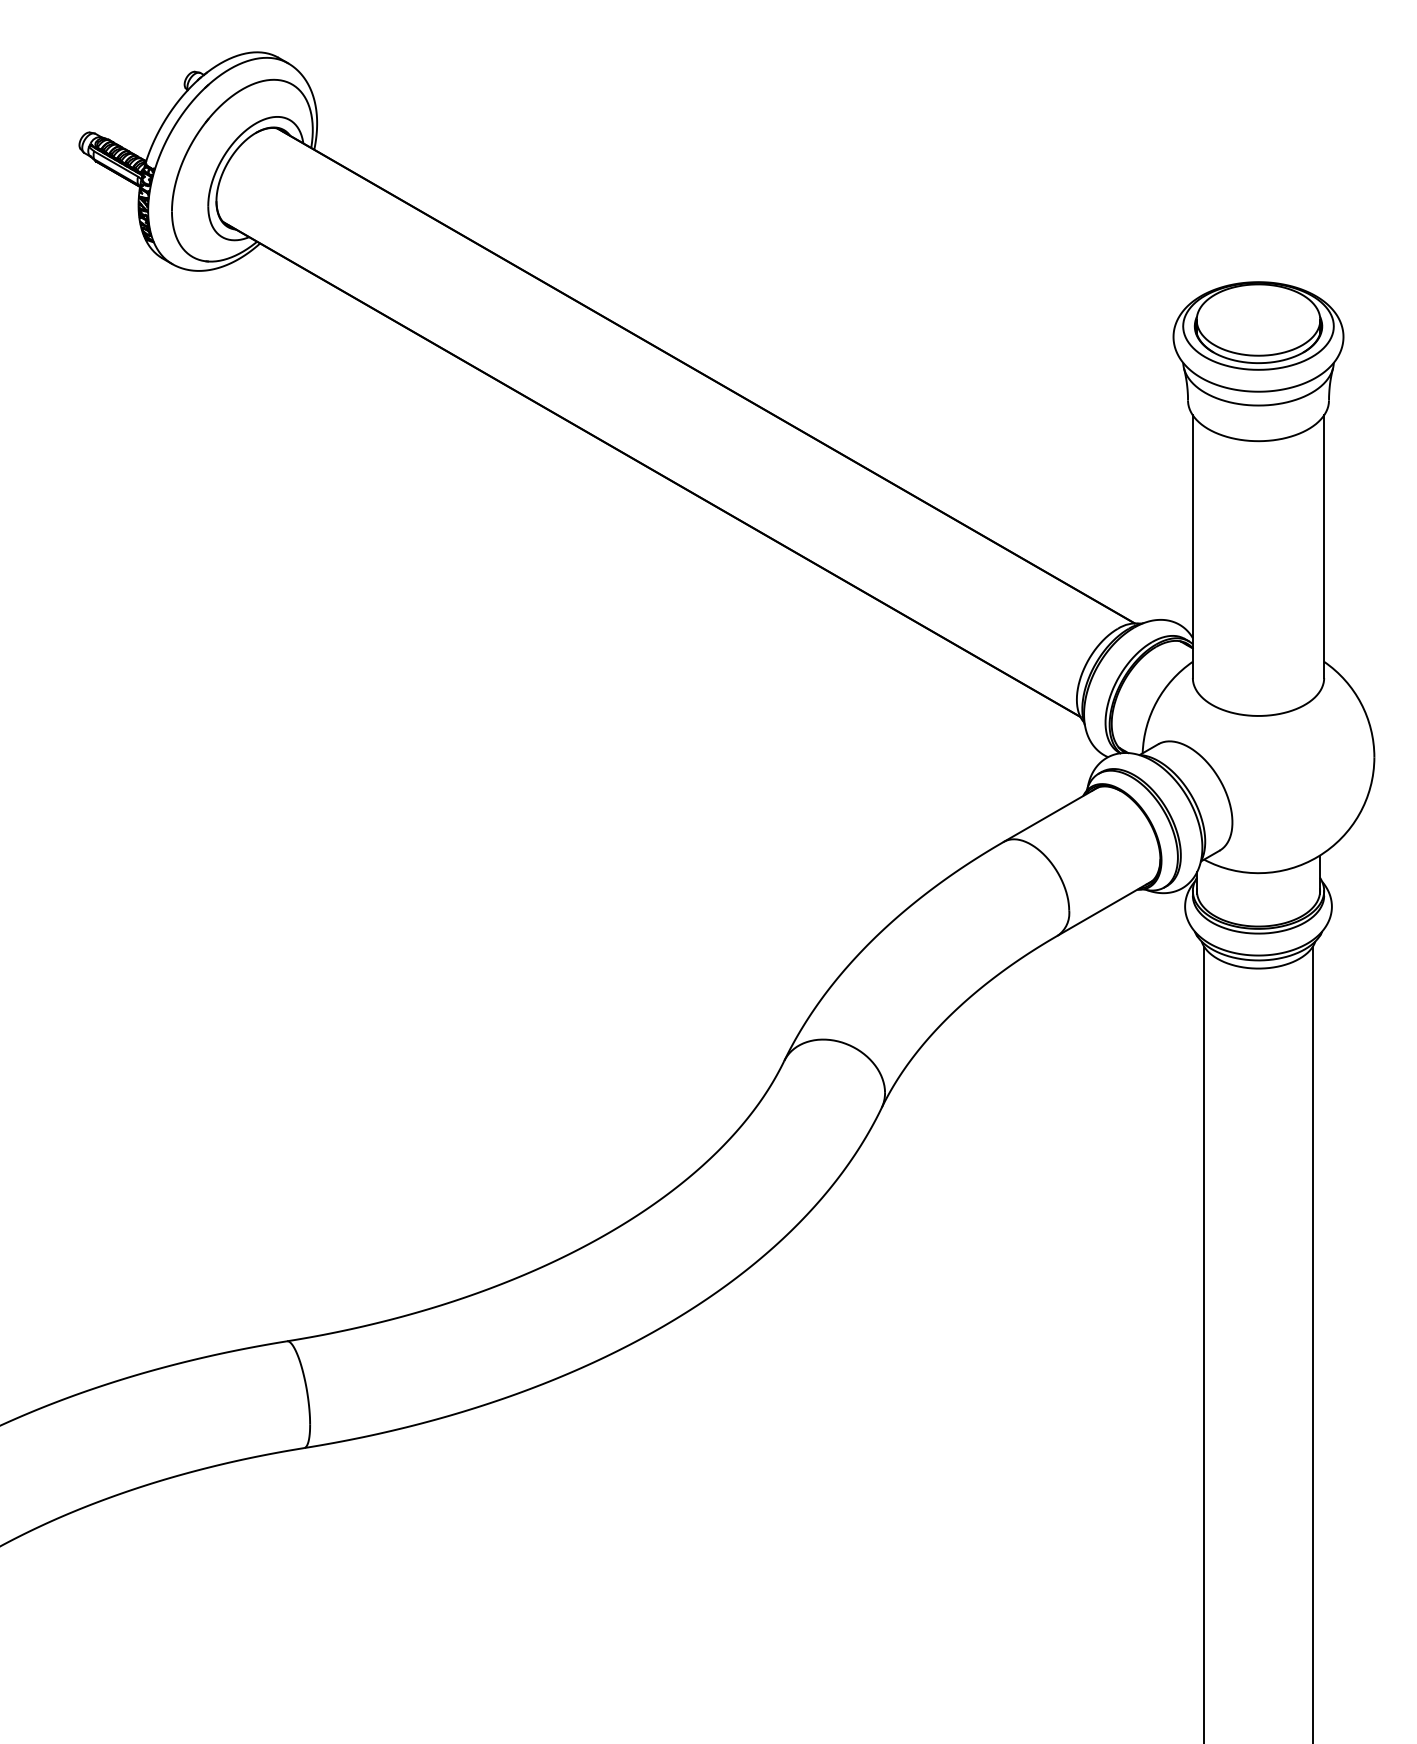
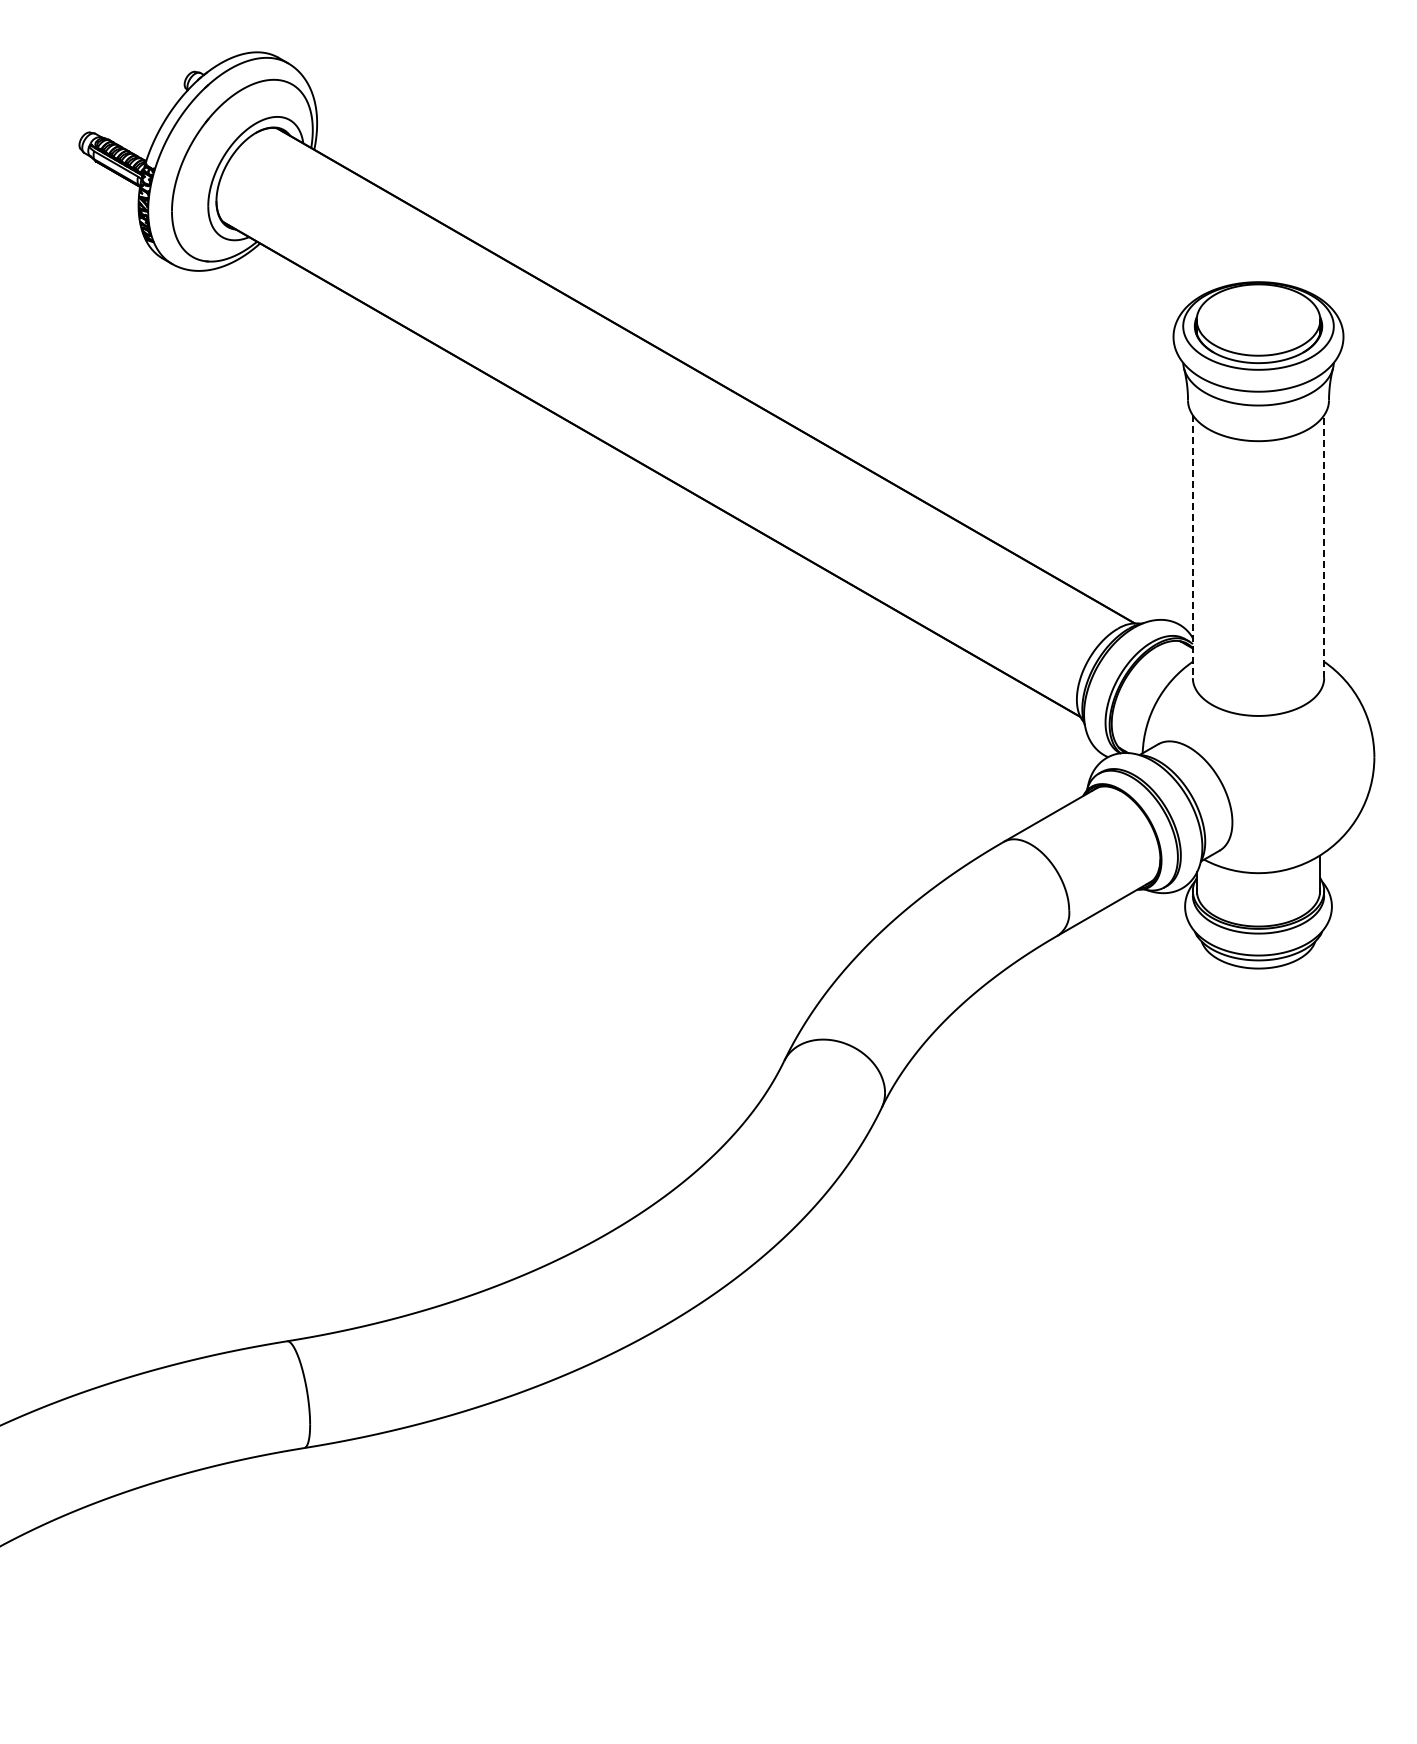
line at (1324, 546): solid -> dashed
line at (1192, 547): solid -> dashed
line at (1204, 1343): present -> none
line at (1312, 1343): present -> none
